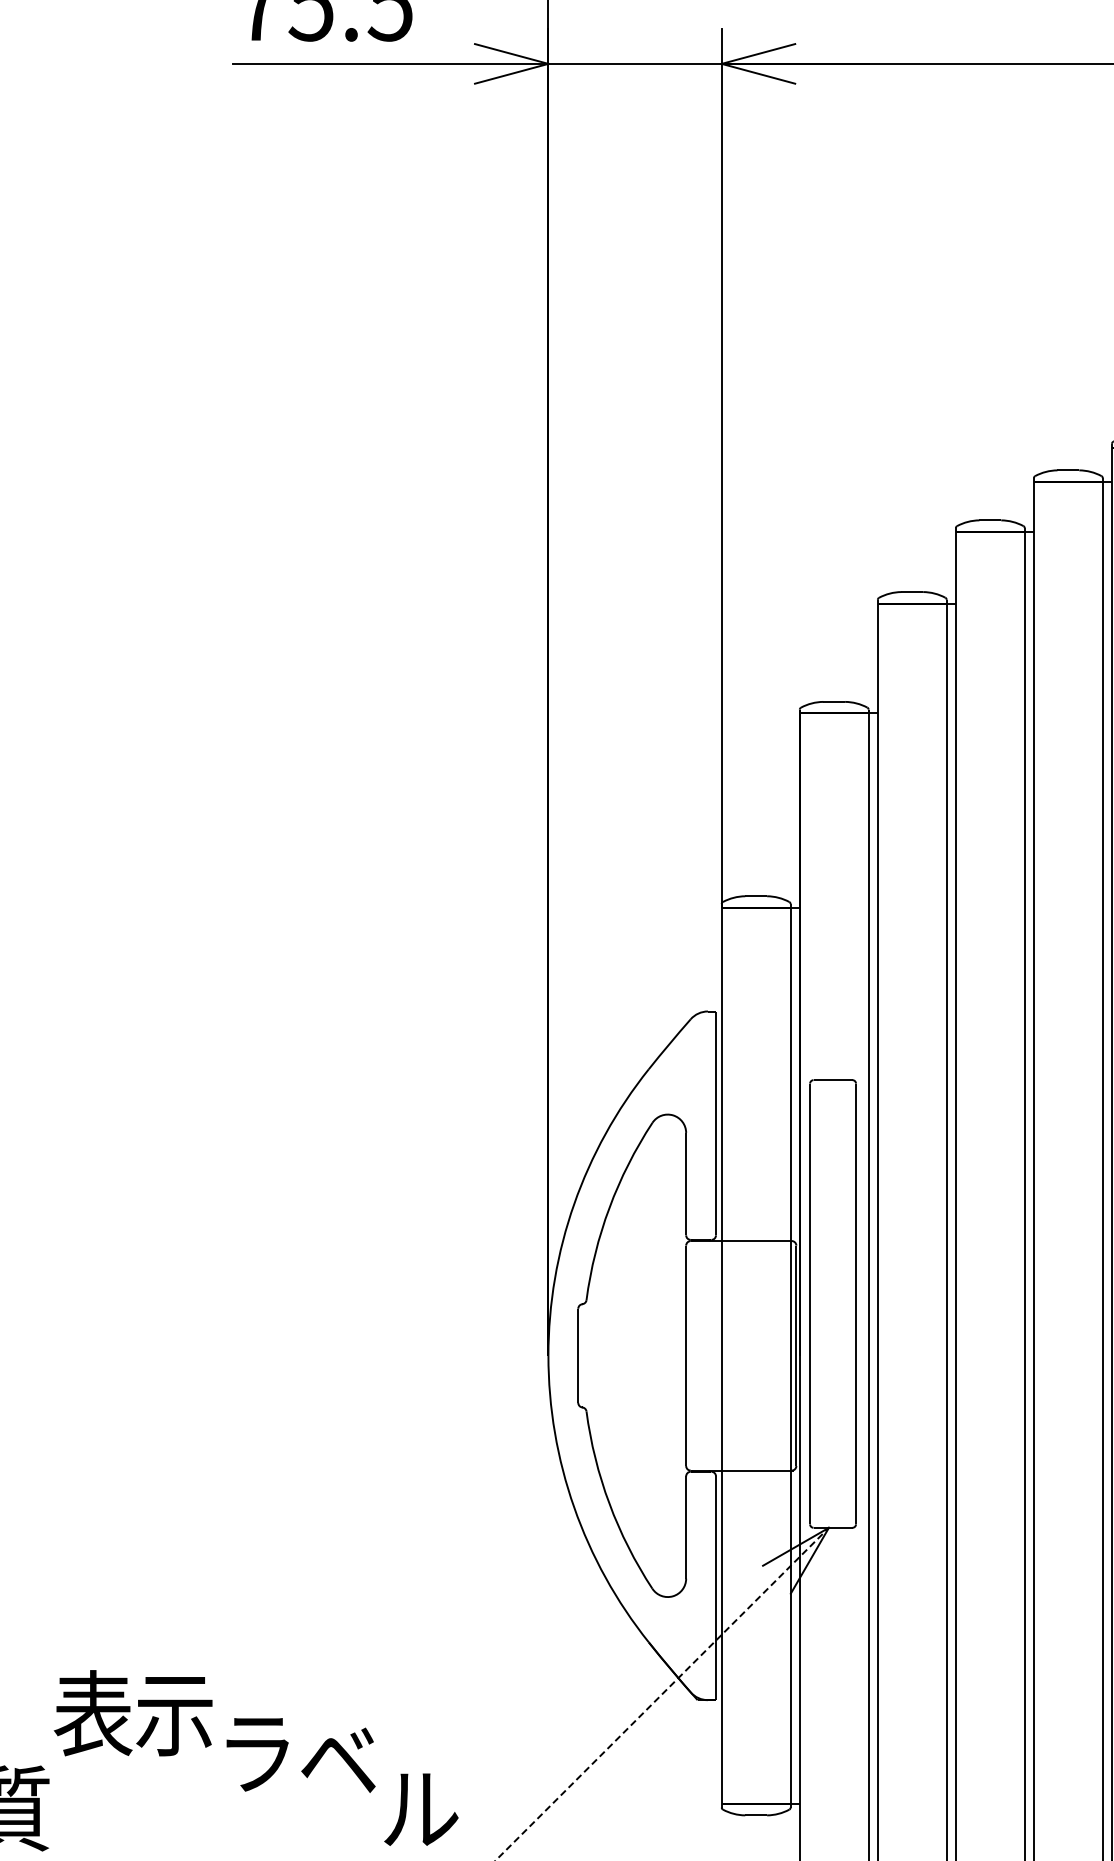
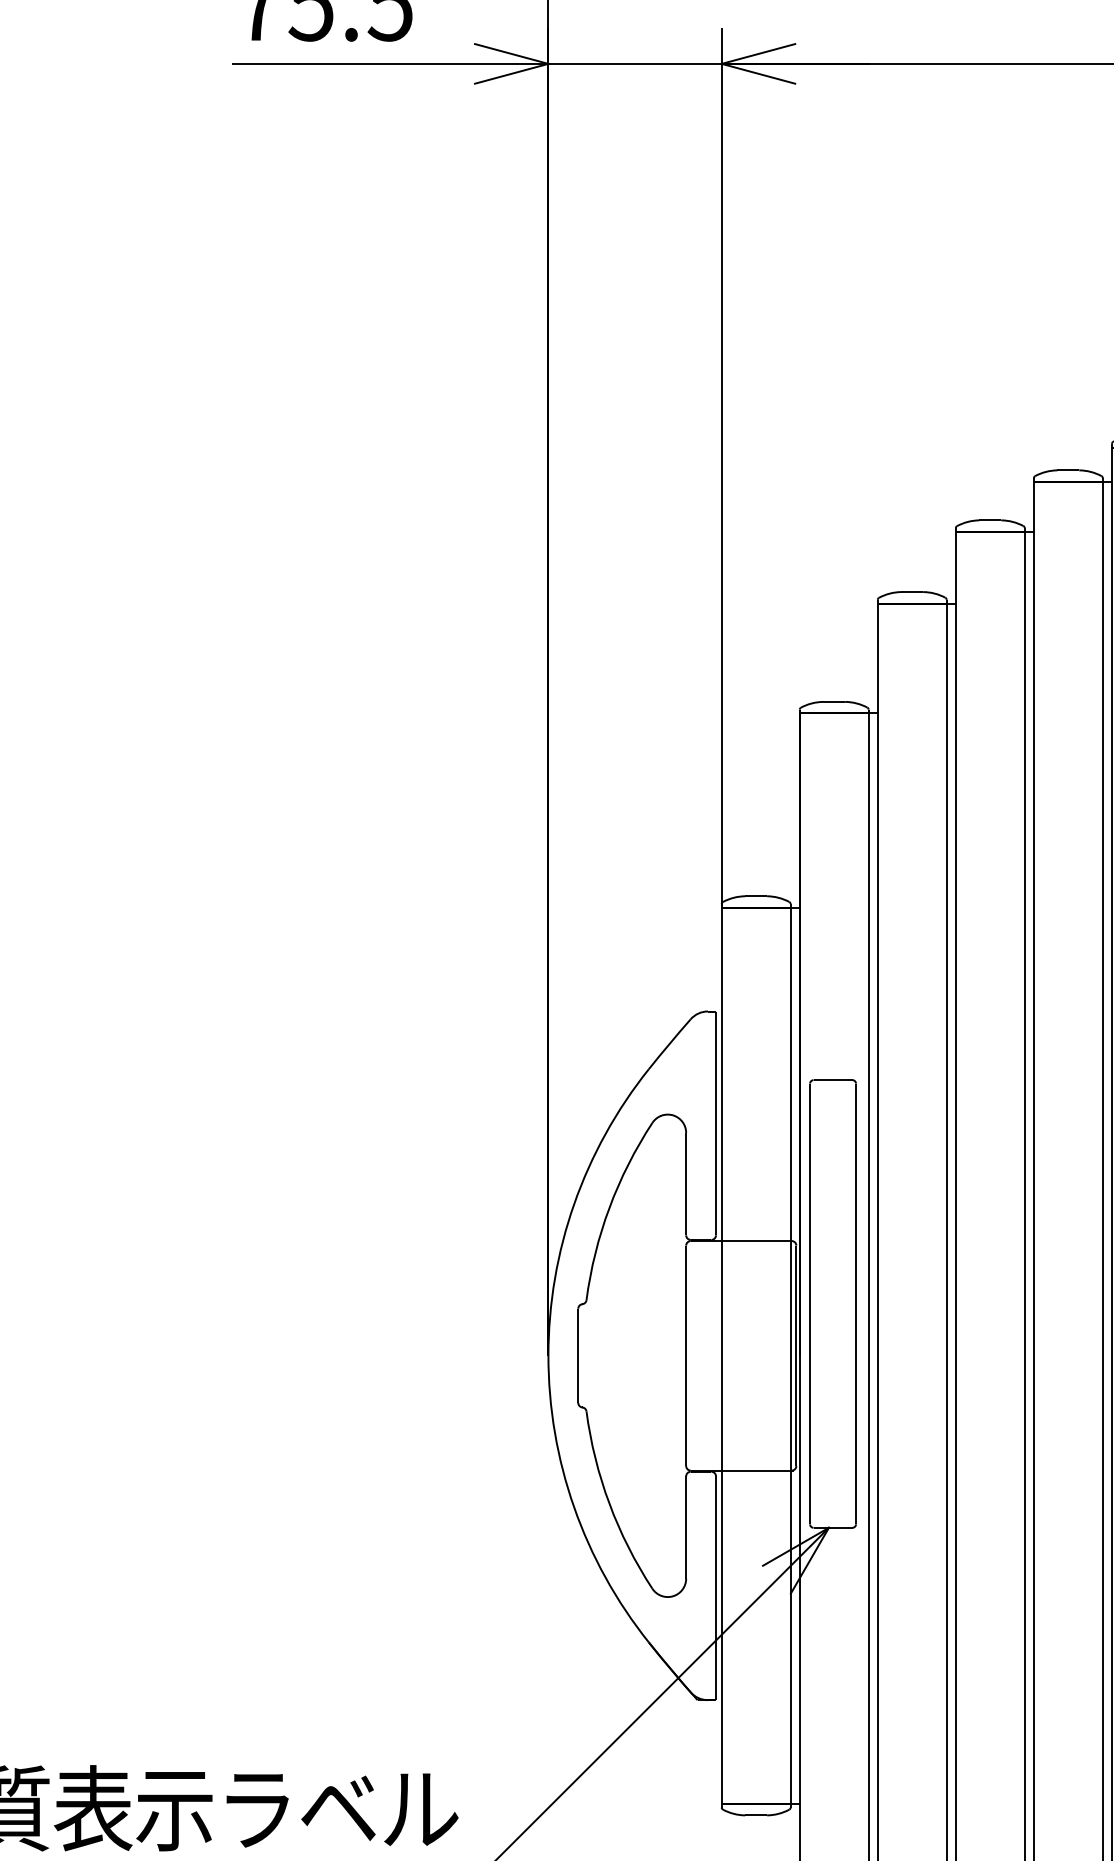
line at (662, 1693): dashed -> solid
text at (132, 1713) position: (132, 1713) -> (132, 1808)
text at (257, 1754) position: (257, 1754) -> (257, 1810)
text at (338, 1759) position: (338, 1759) -> (338, 1807)
